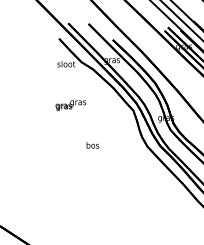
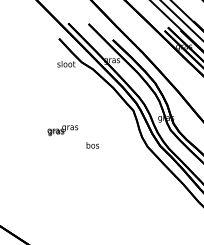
text at (70, 105) position: (70, 105) -> (62, 130)
